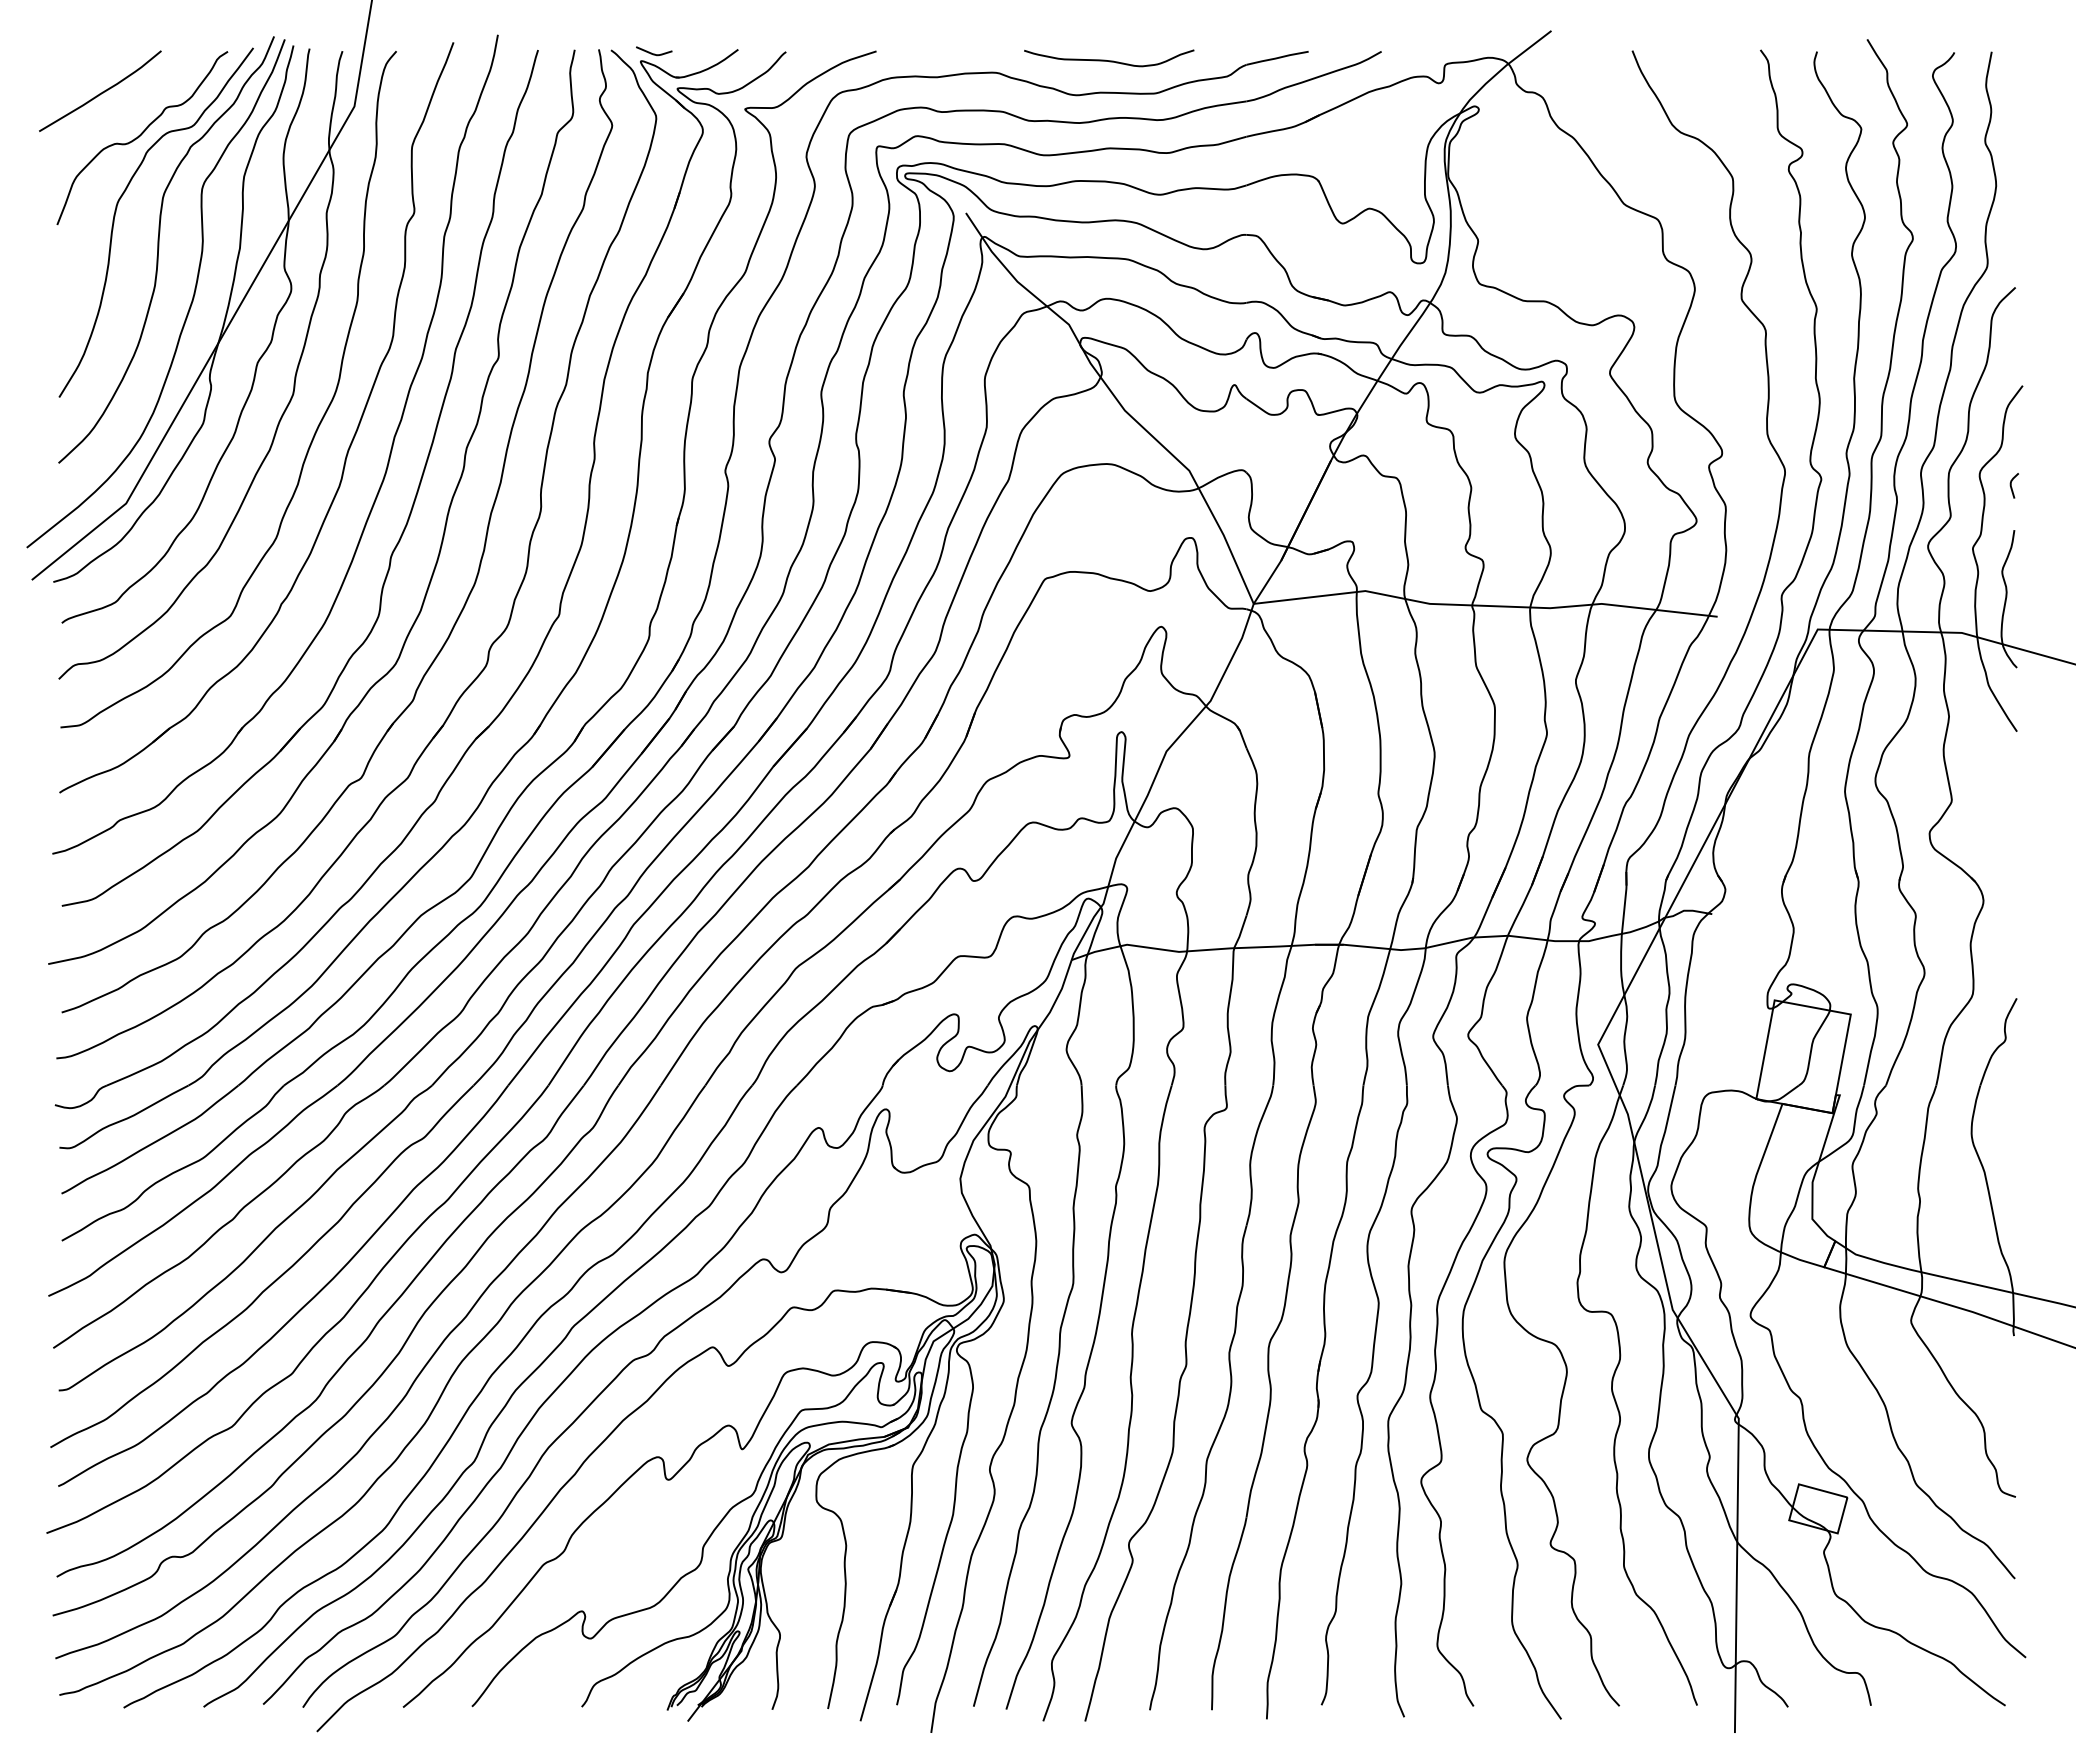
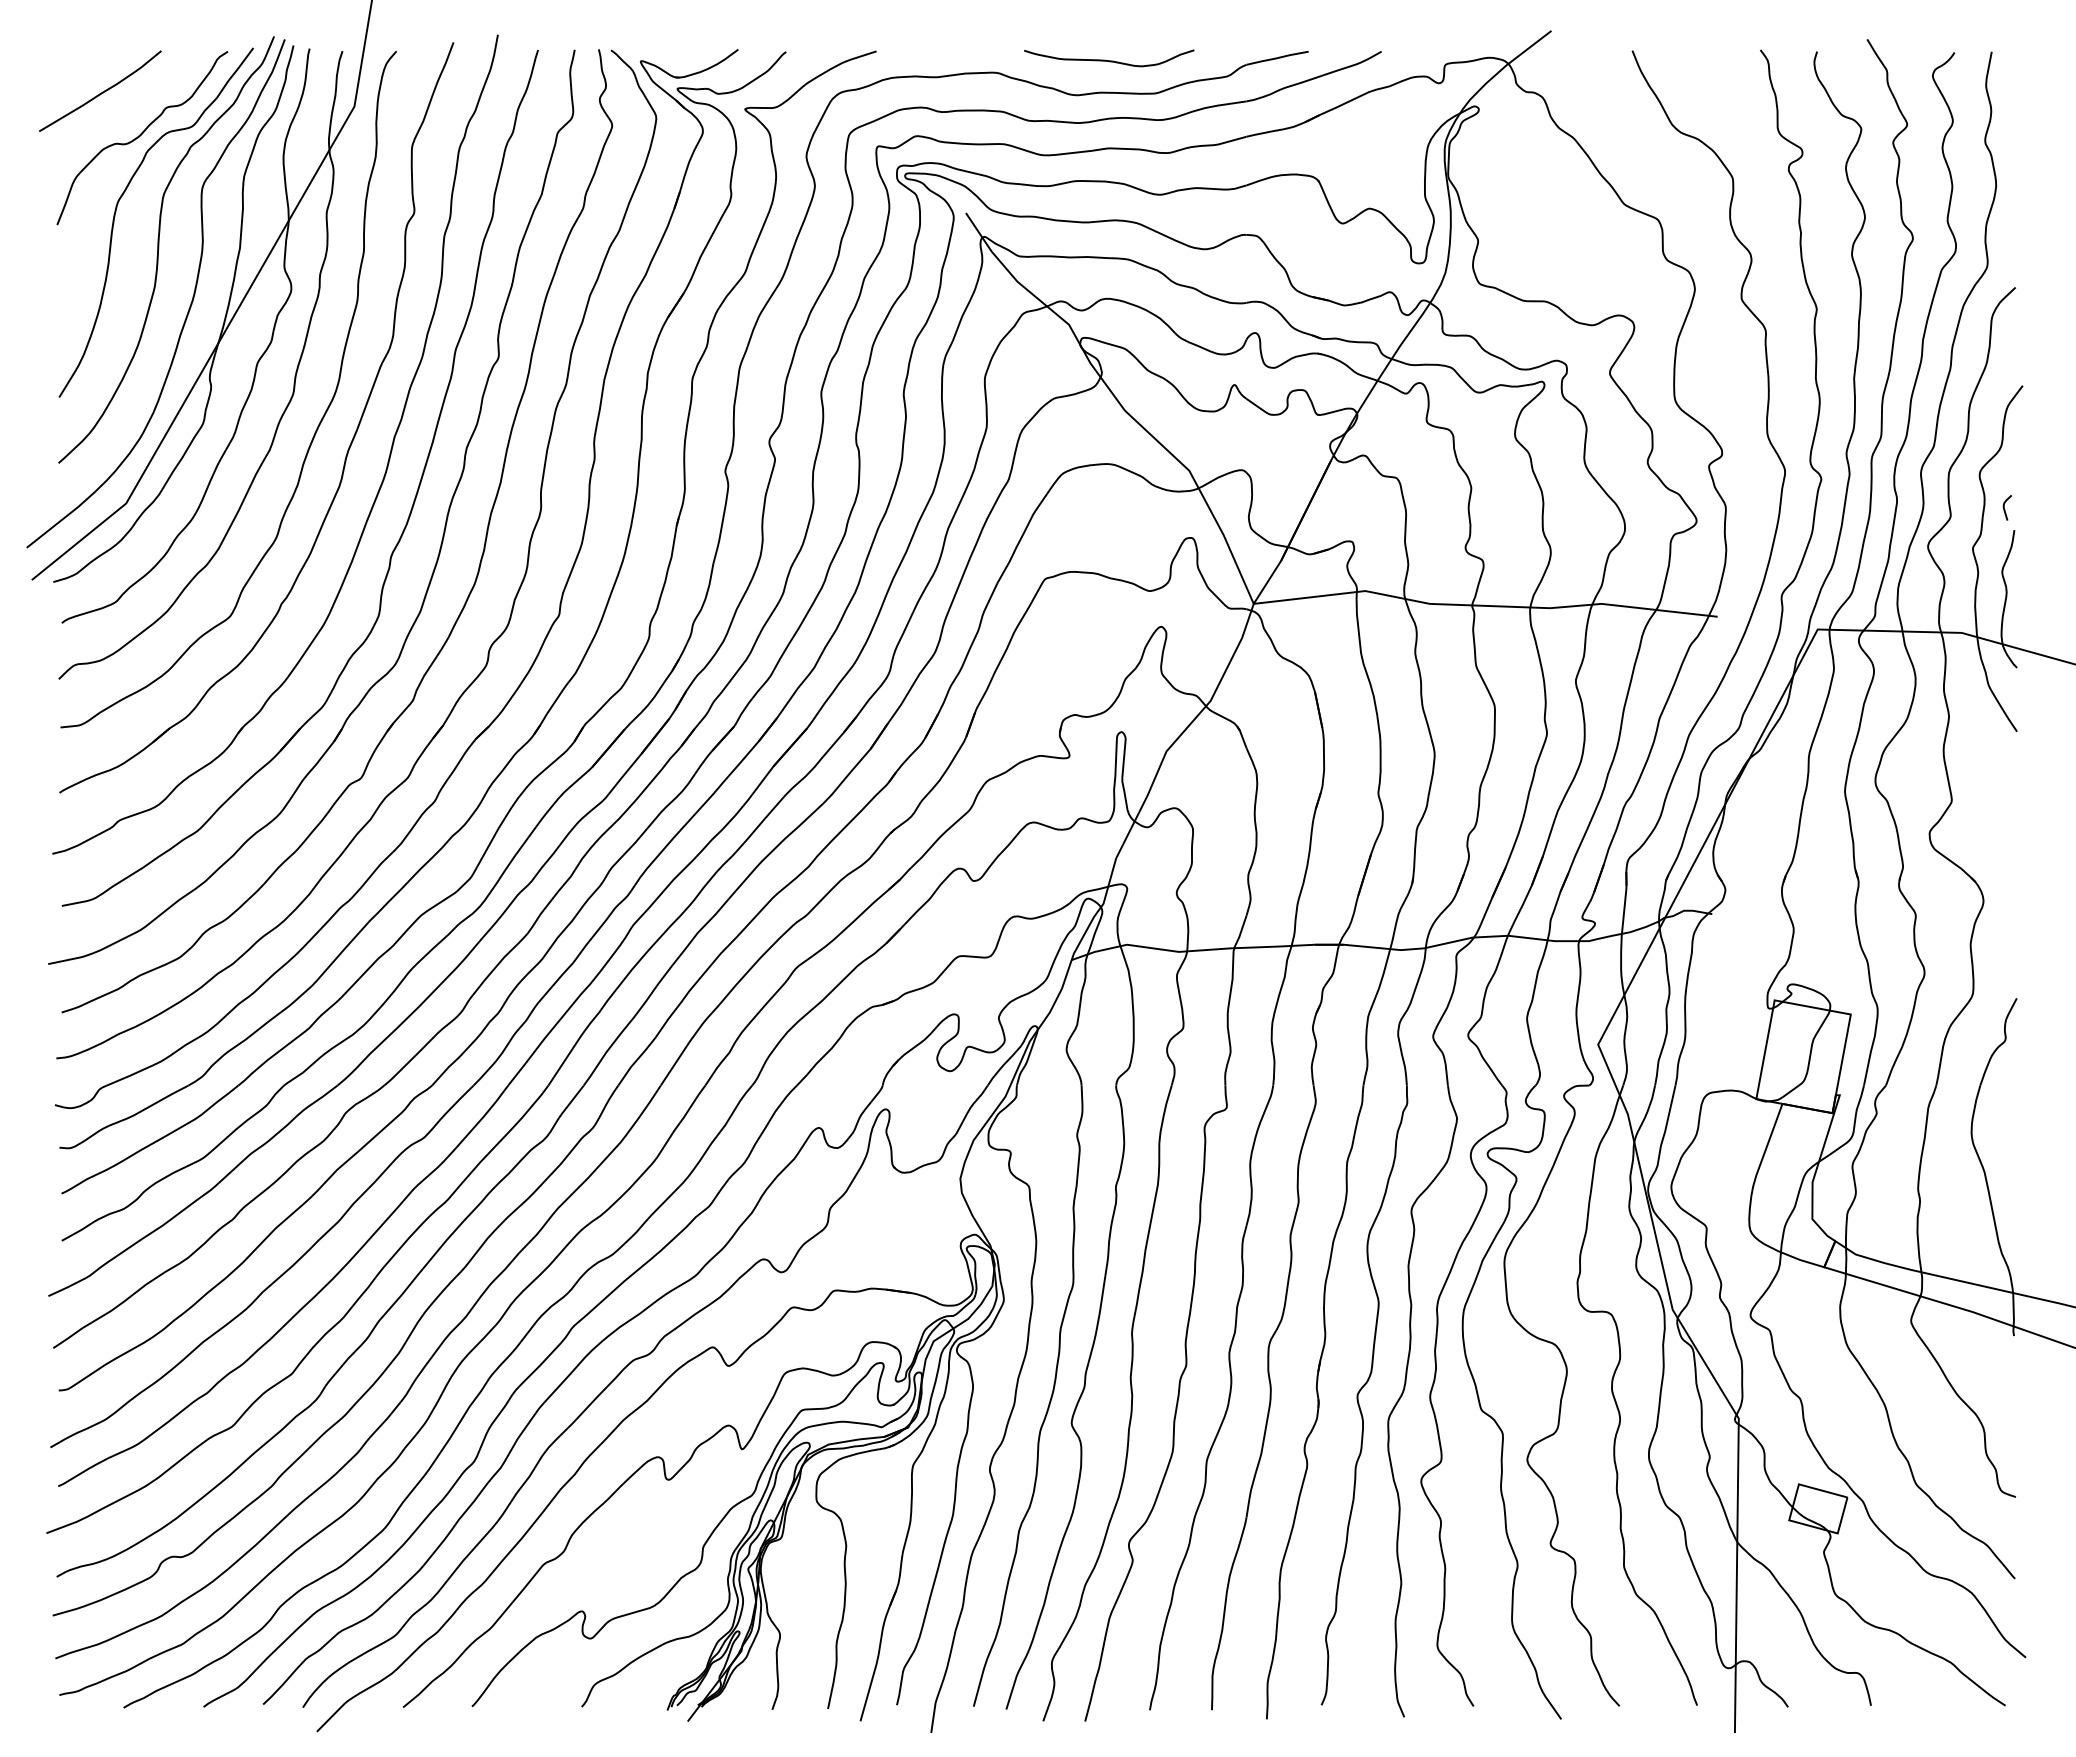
curve at (654, 53): present -> none
curve at (2011, 485) position: (2011, 485) -> (2004, 507)
